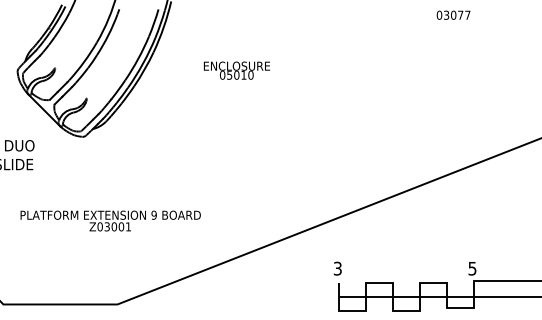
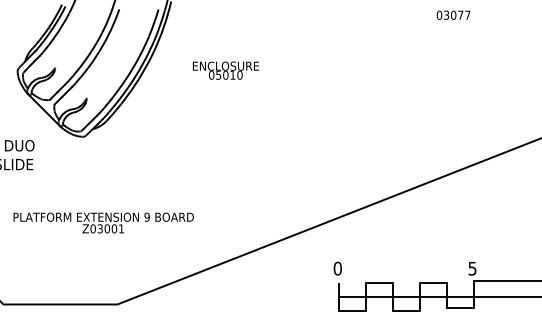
text at (237, 70) position: (237, 70) -> (226, 70)
text at (110, 220) position: (110, 220) -> (103, 222)
text at (337, 268): 3 -> 0
